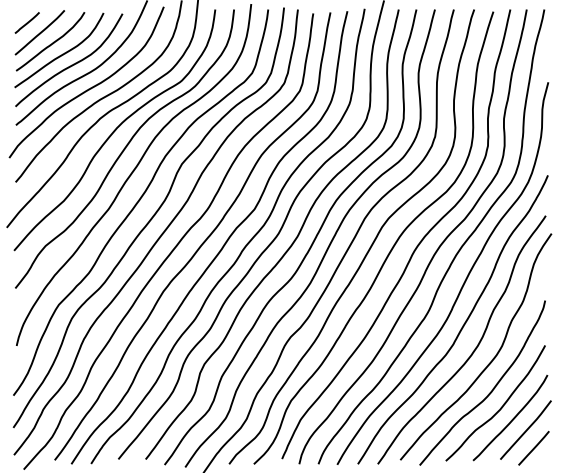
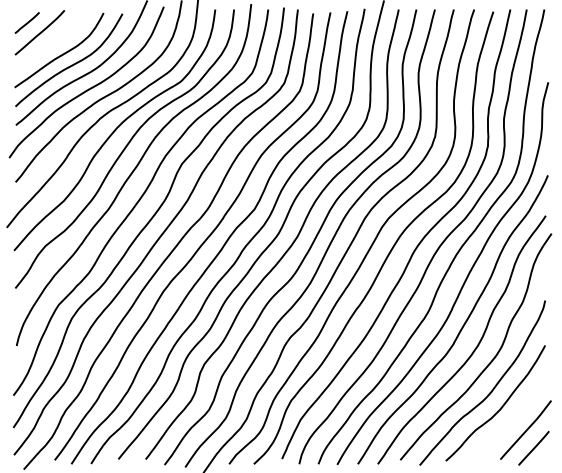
curve at (52, 42): present -> none
curve at (512, 418): present -> none
